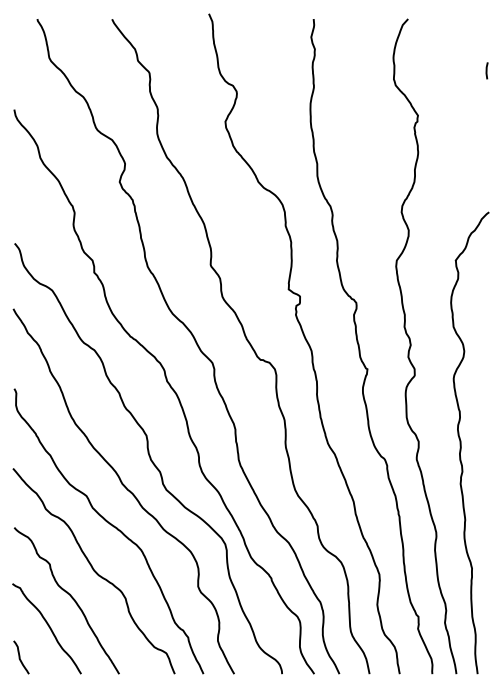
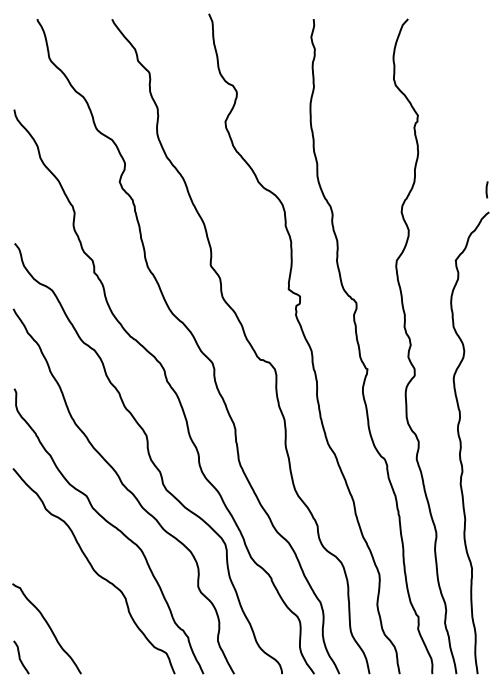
line at (486, 70) position: (486, 70) -> (486, 189)
curve at (71, 598): present -> none
